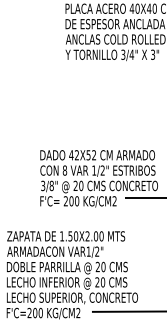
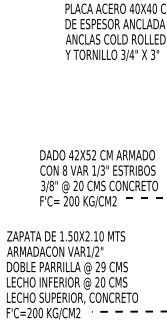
text at (102, 170): 1/2" -> 1/3"
line at (145, 198): solid -> dashed
text at (95, 236): 1.50X2.00 -> 1.50X2.10
text at (103, 267): 20 -> 29
line at (128, 311): solid -> dashed
